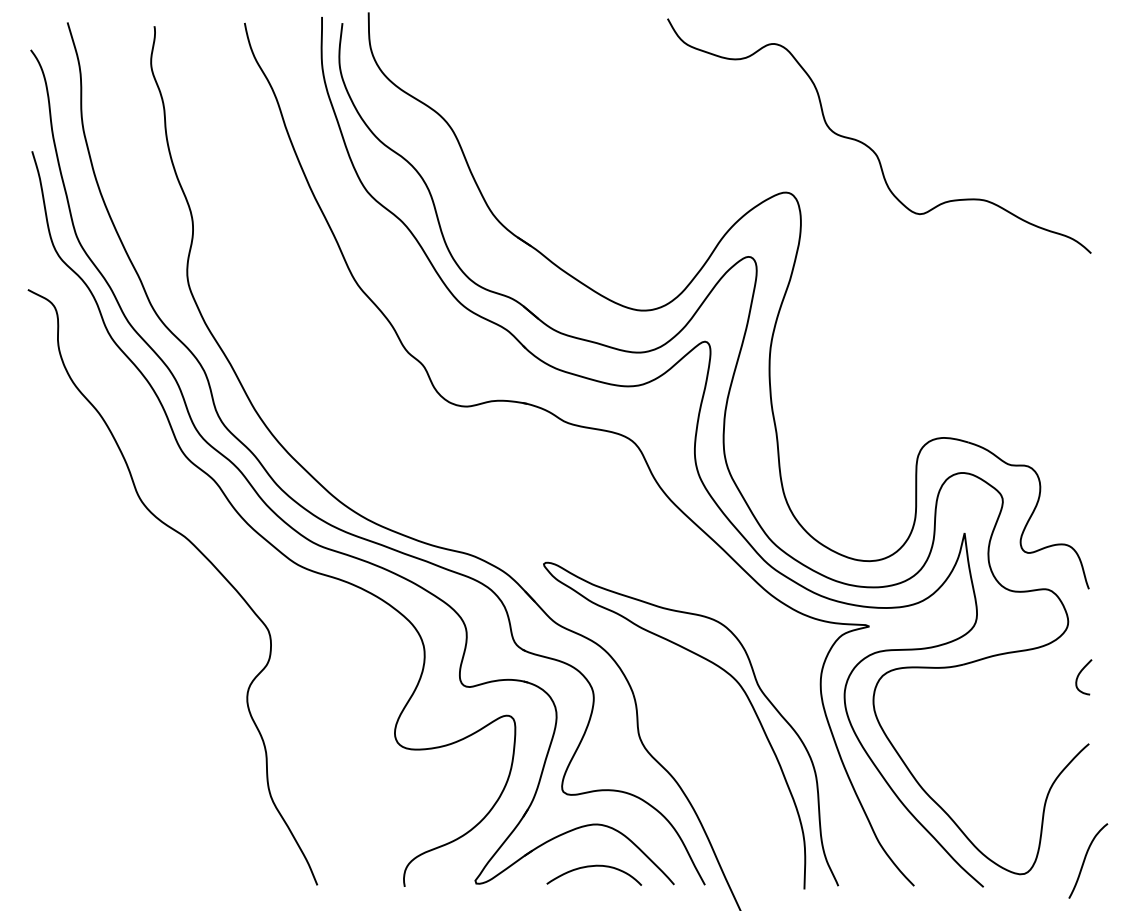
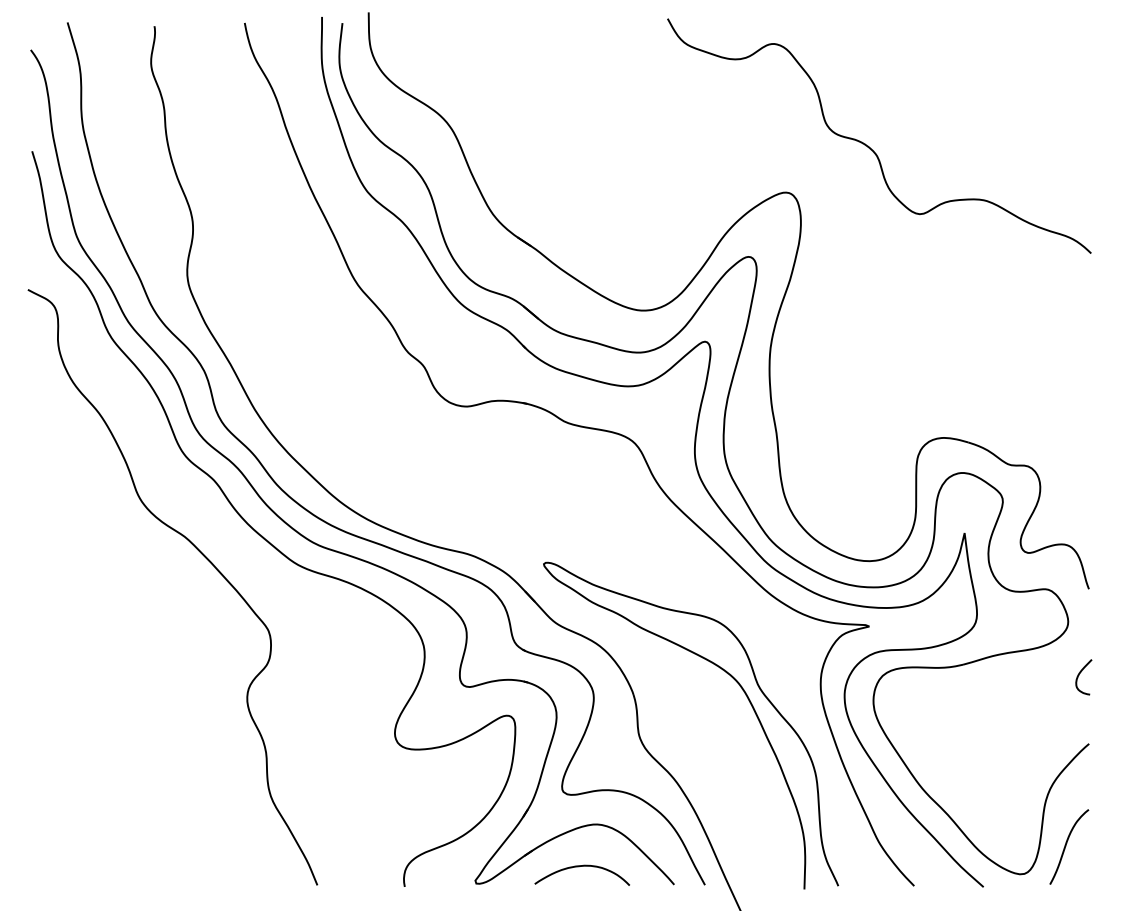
curve at (1085, 860) position: (1085, 860) -> (1066, 846)
curve at (591, 867) position: (591, 867) -> (579, 867)
